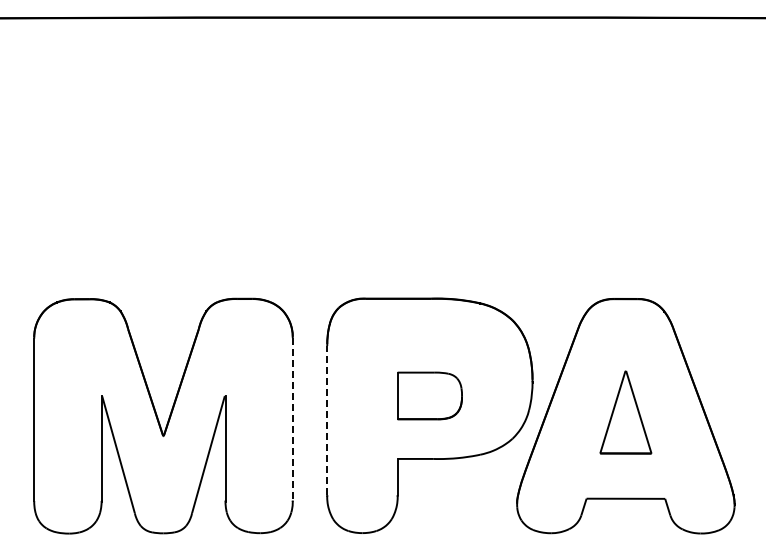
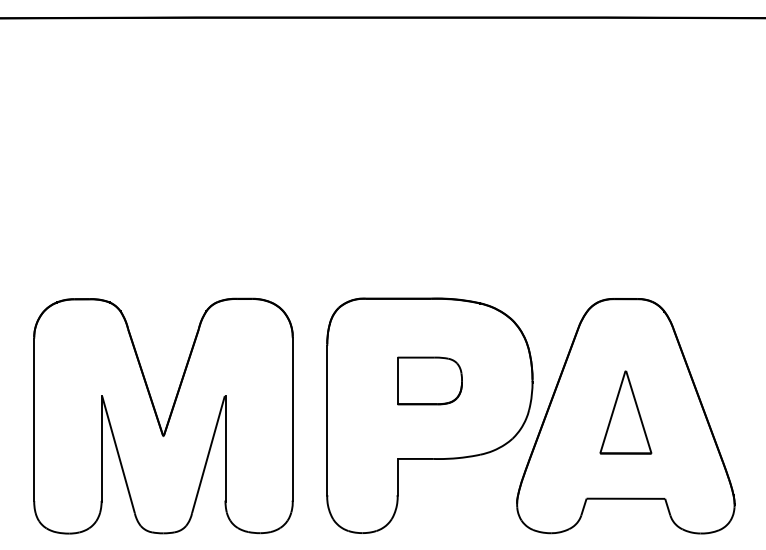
part at (429, 395) position: (429, 395) -> (429, 380)
line at (292, 420): dashed -> solid
line at (327, 420): dashed -> solid
